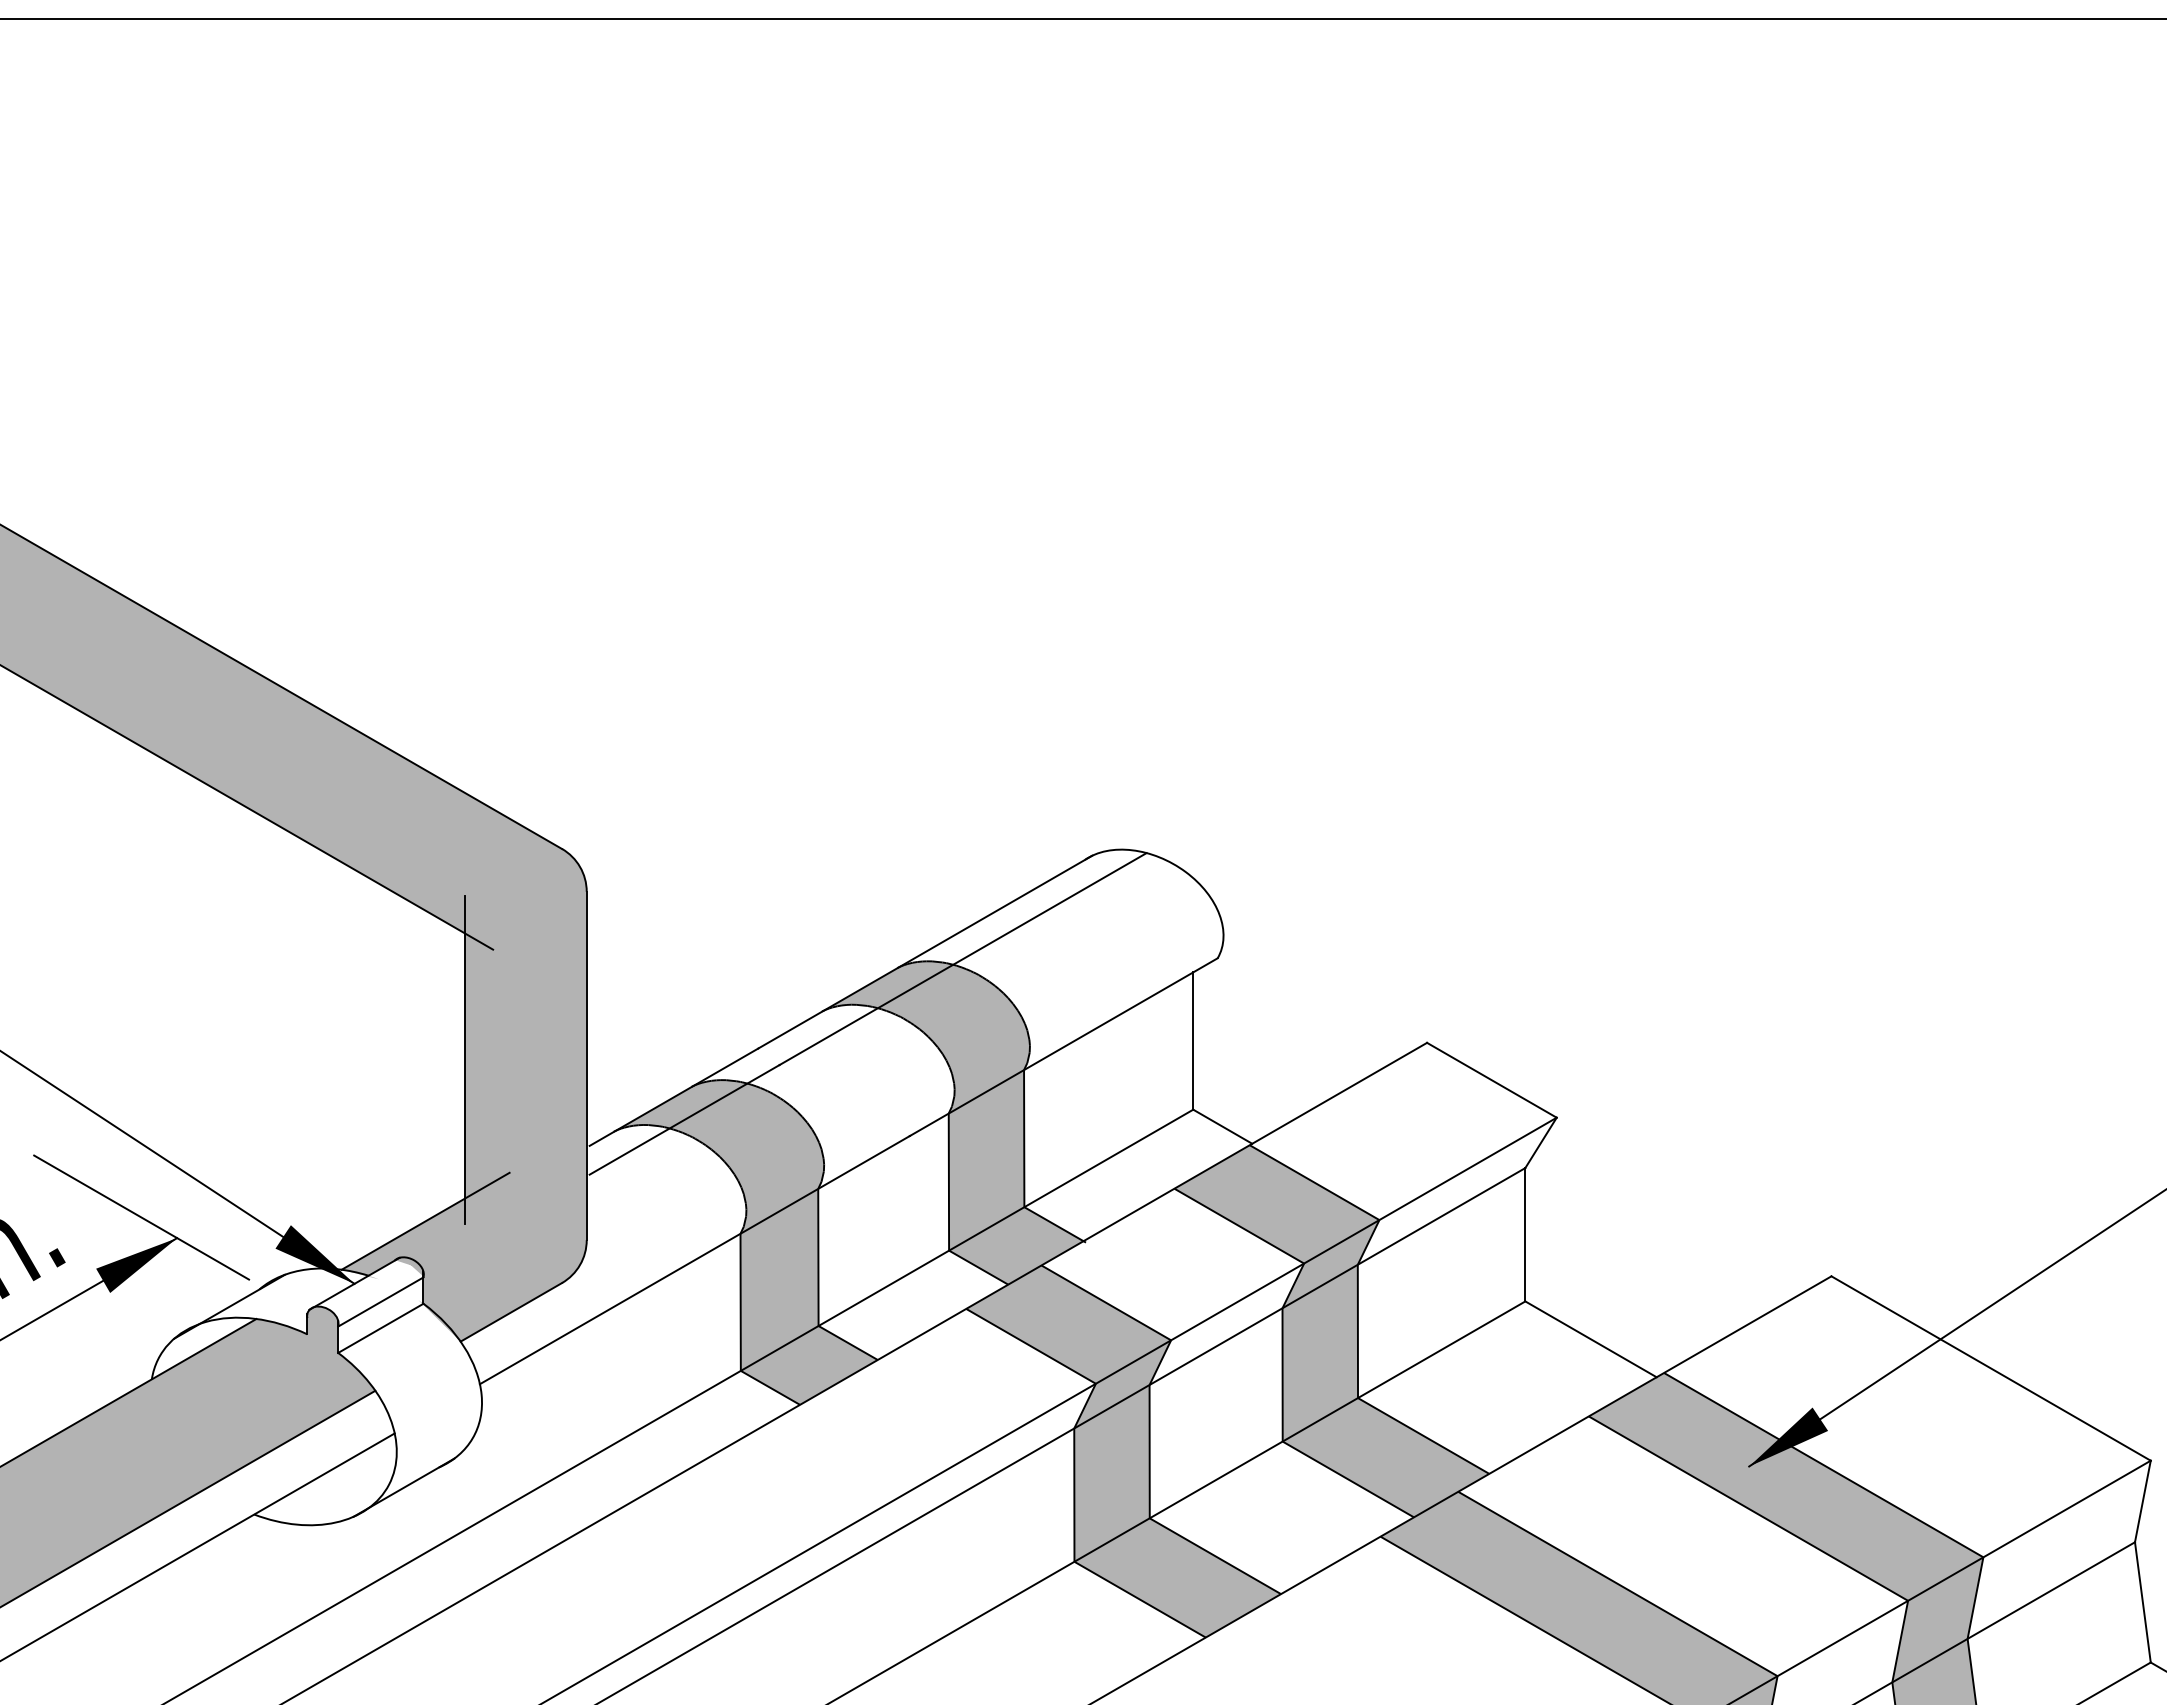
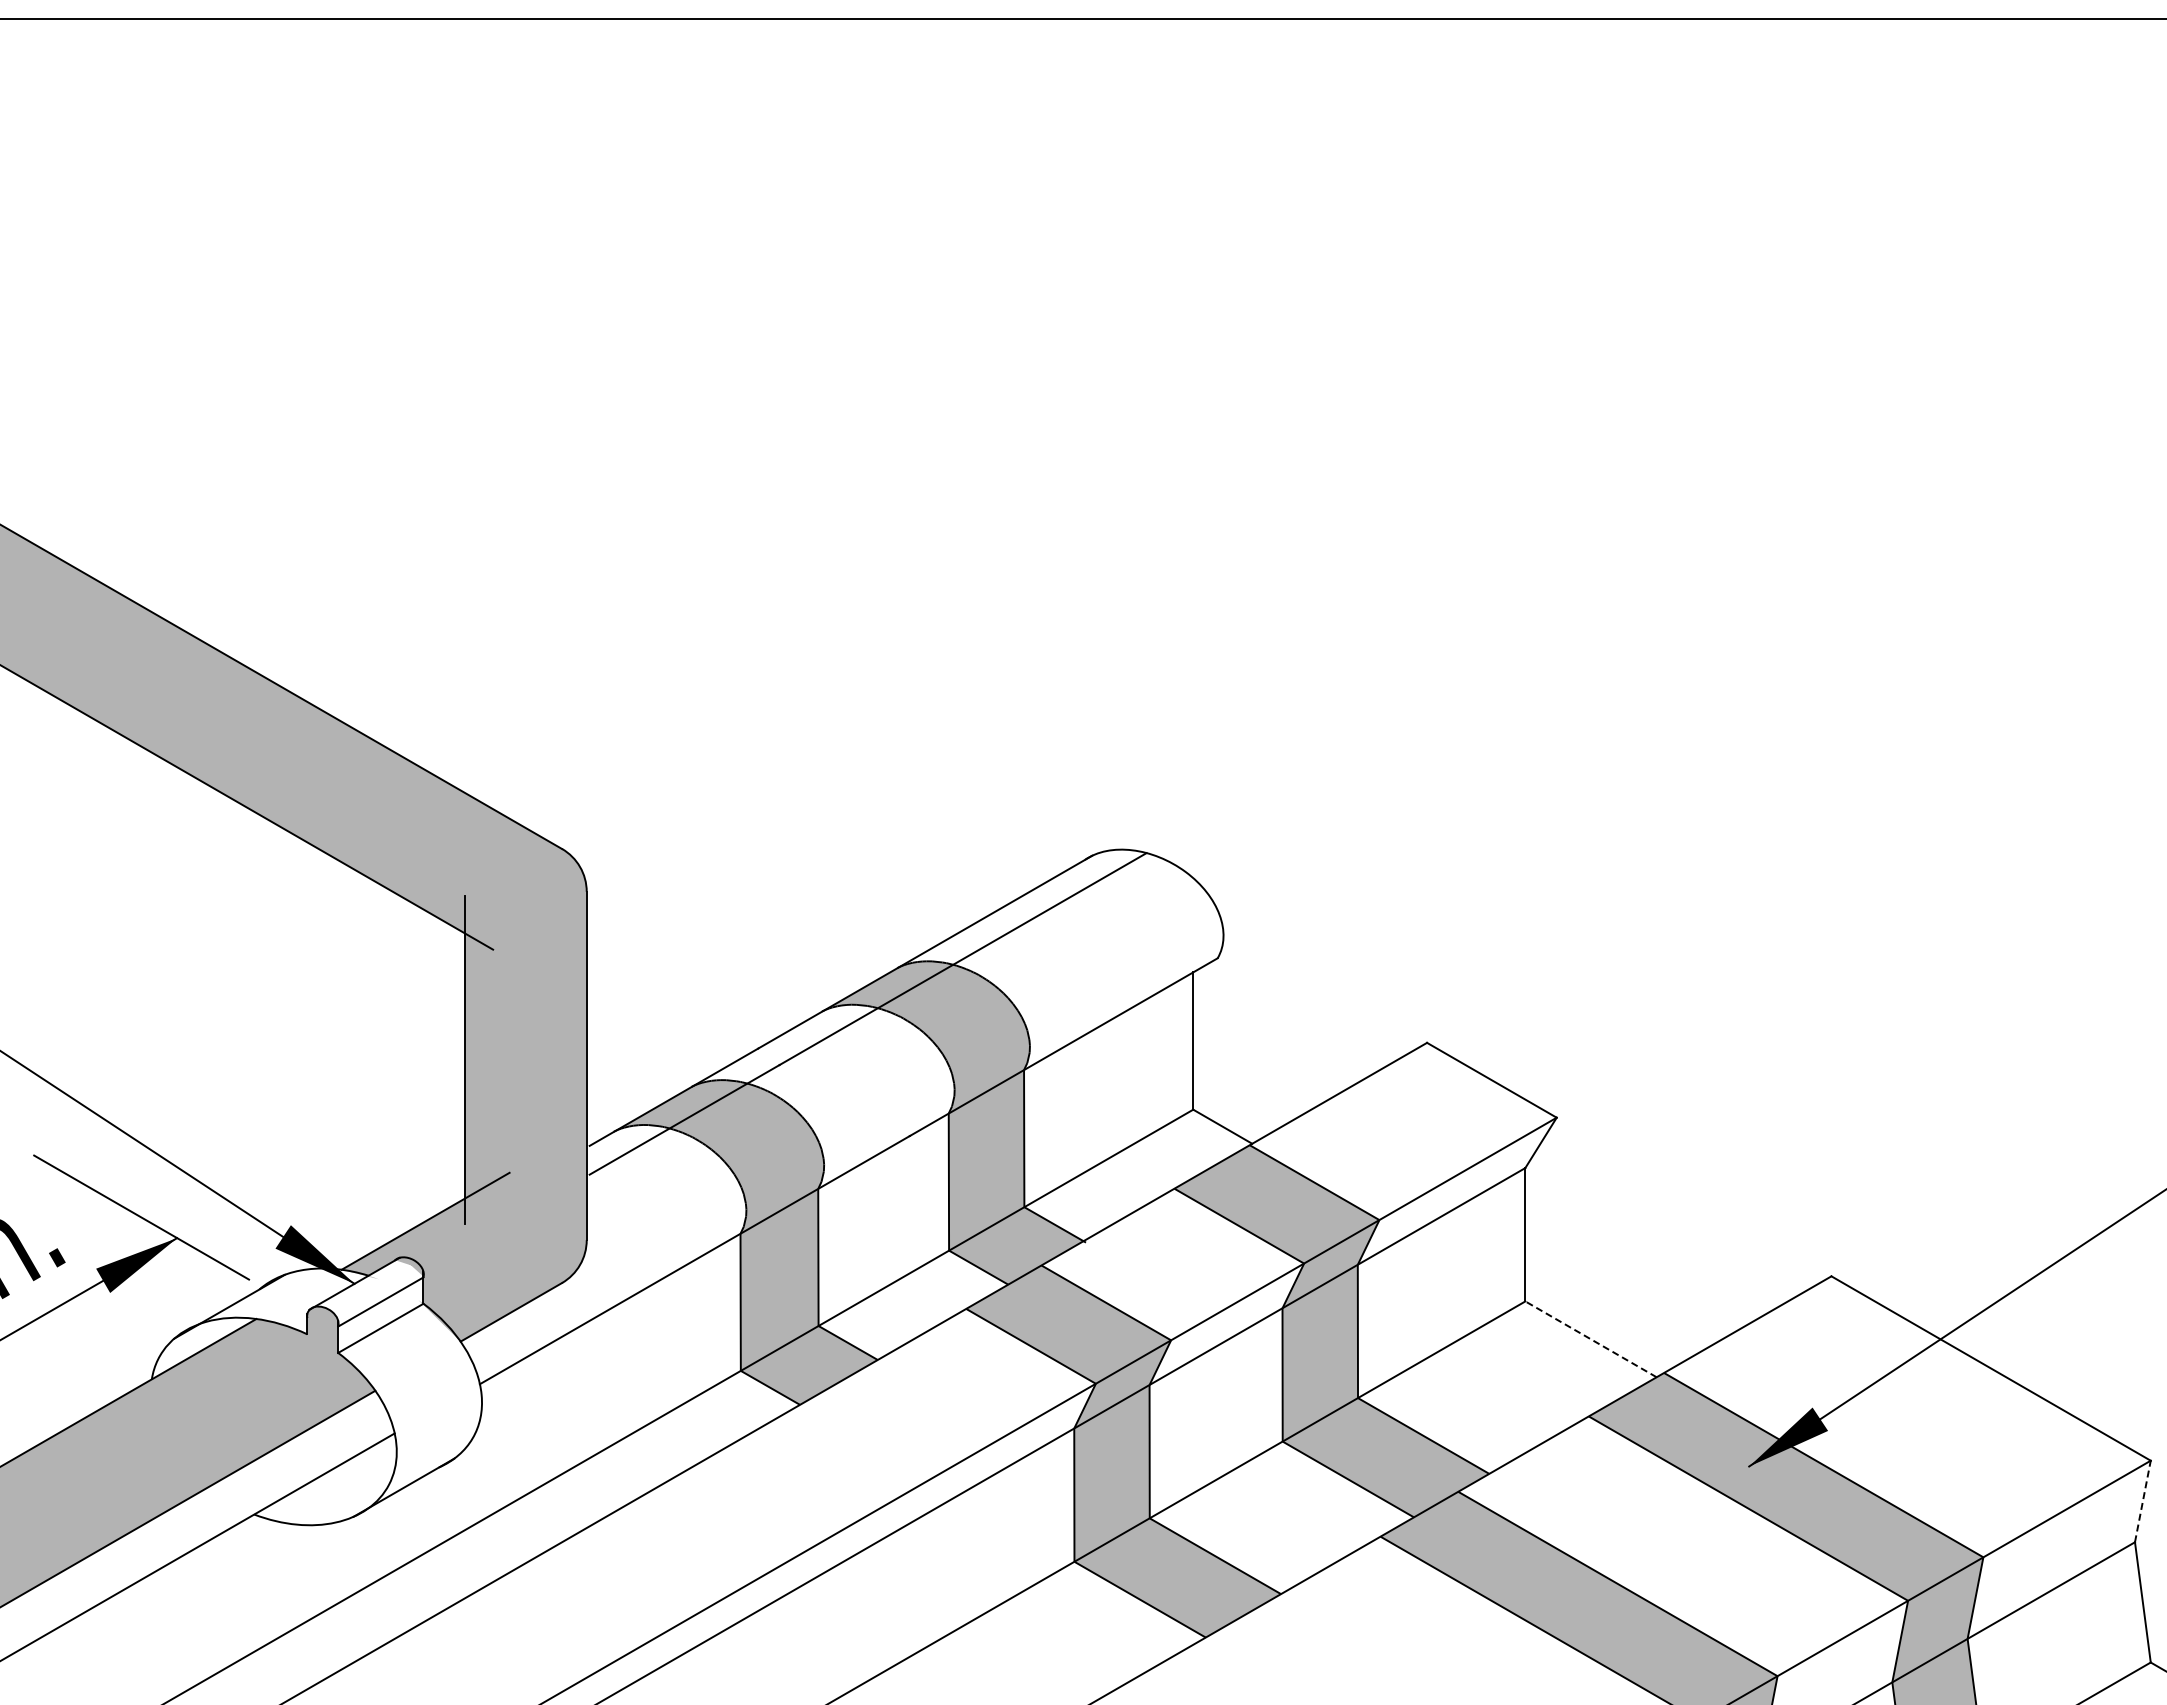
line at (1591, 1339): solid -> dashed
line at (2142, 1501): solid -> dashed
